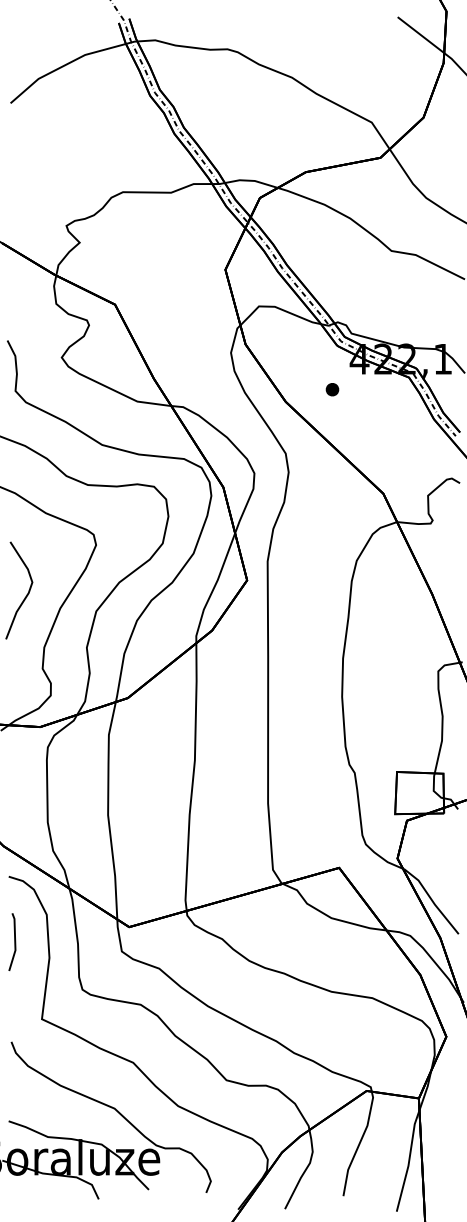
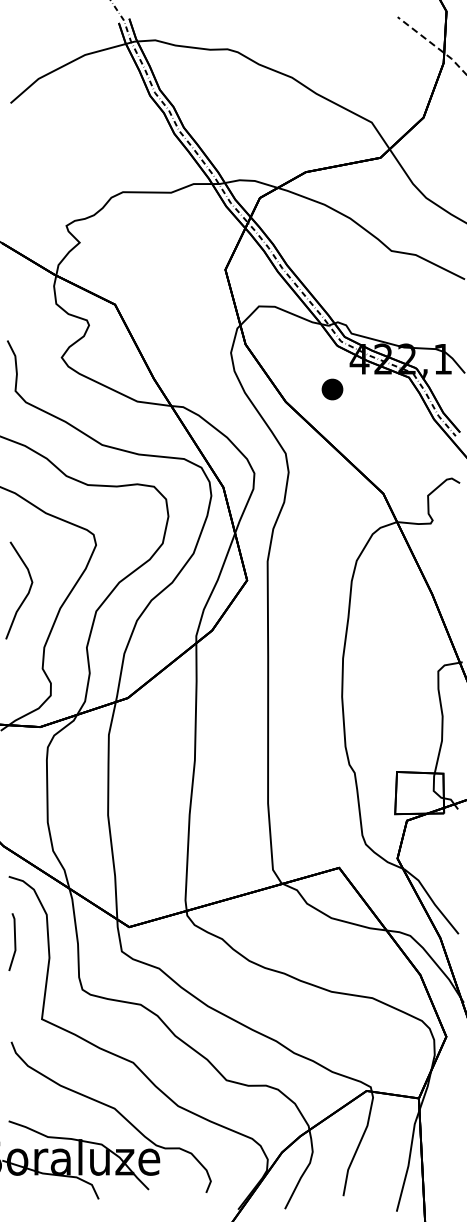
line at (433, 44): solid -> dashed
part at (332, 389) size: 15x14 px -> 23x23 px
